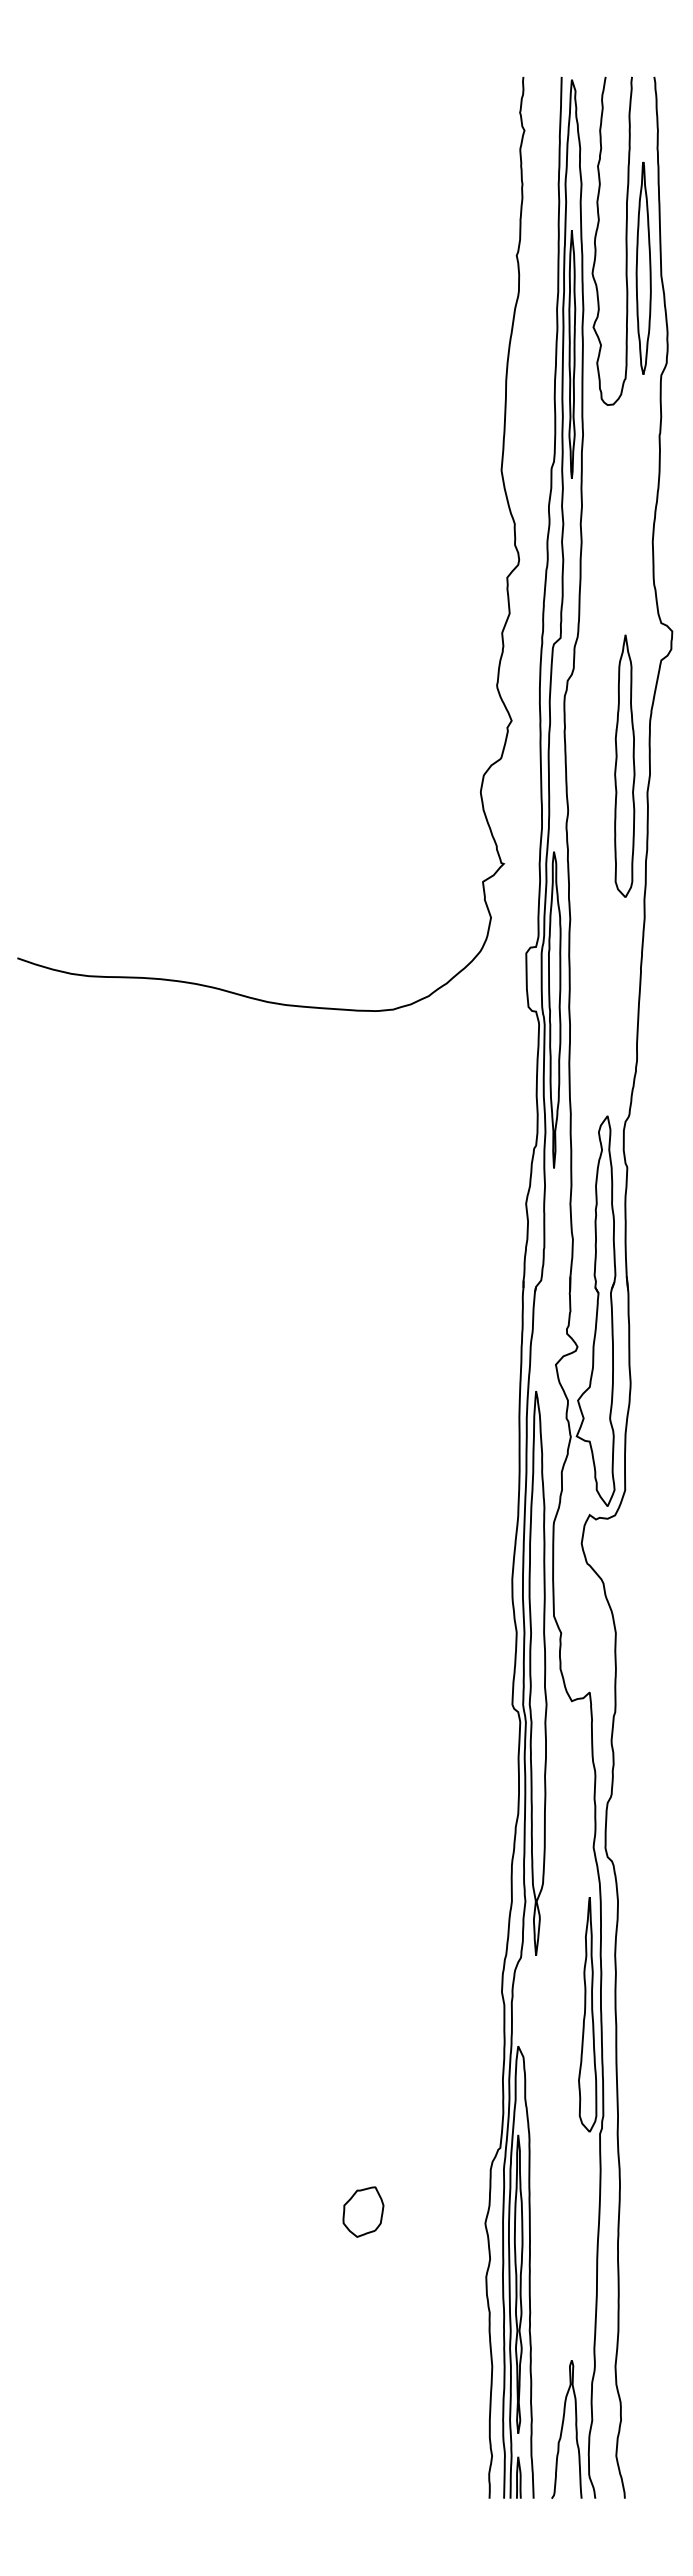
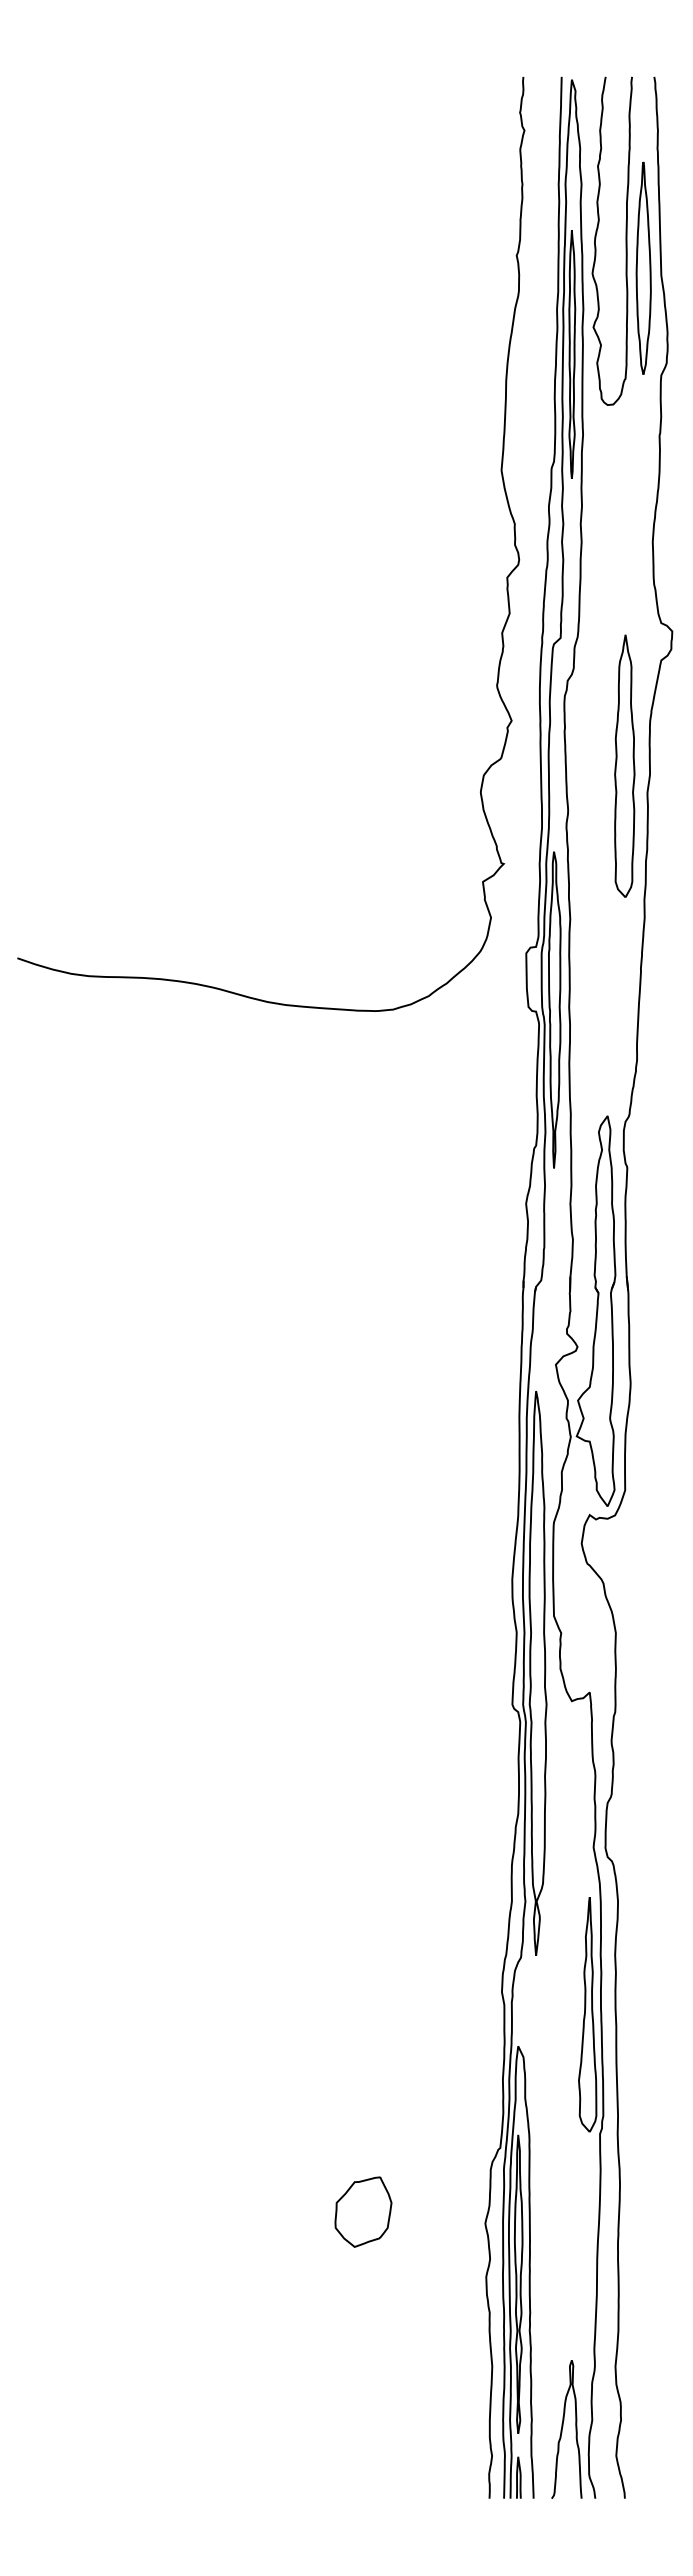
part at (363, 2211) size: 43x52 px -> 59x72 px
